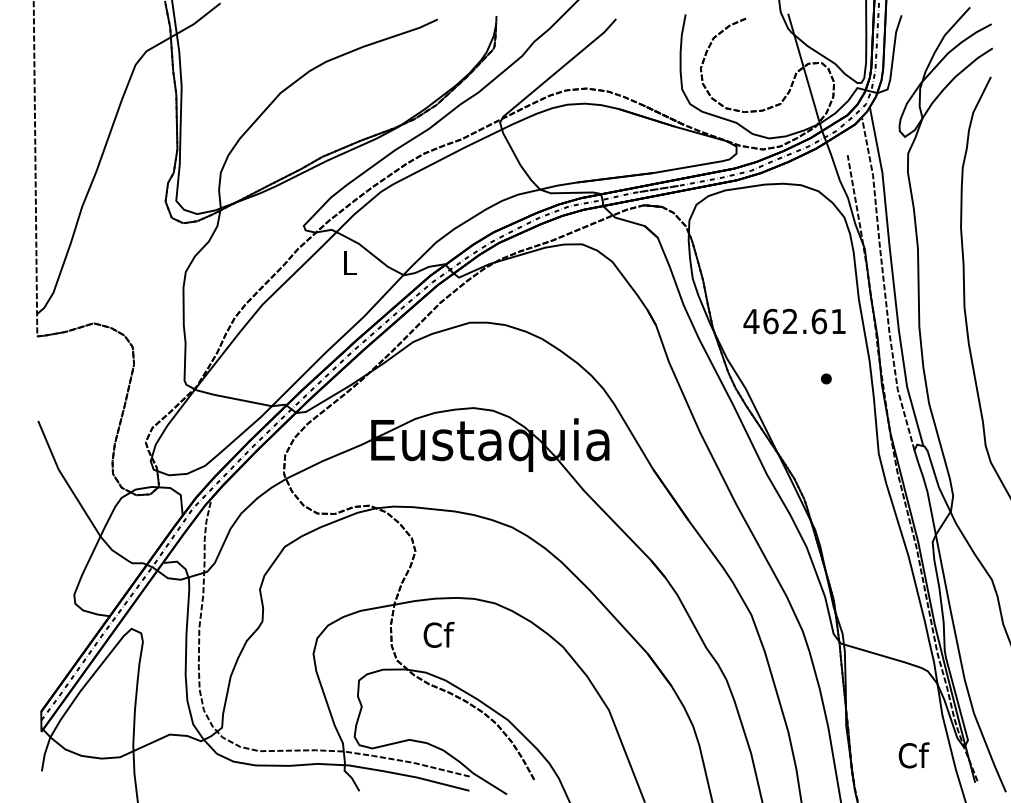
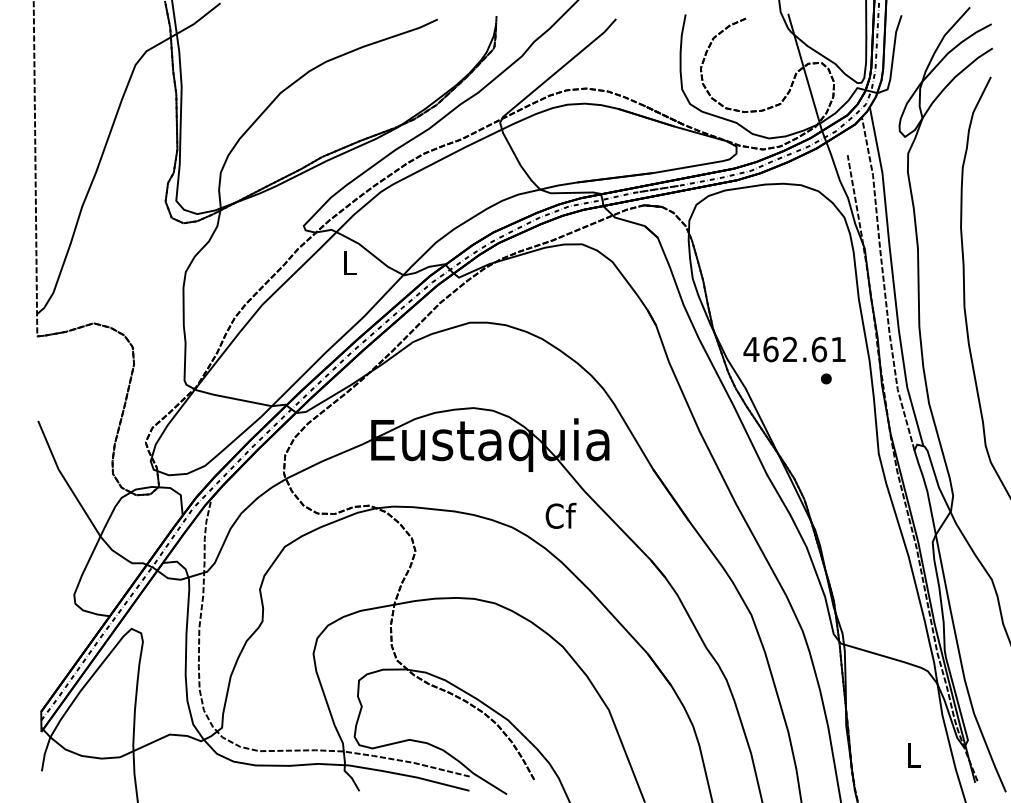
text at (794, 321) position: (794, 321) -> (794, 349)
text at (438, 634) position: (438, 634) -> (560, 515)
text at (913, 755): Cf -> L
